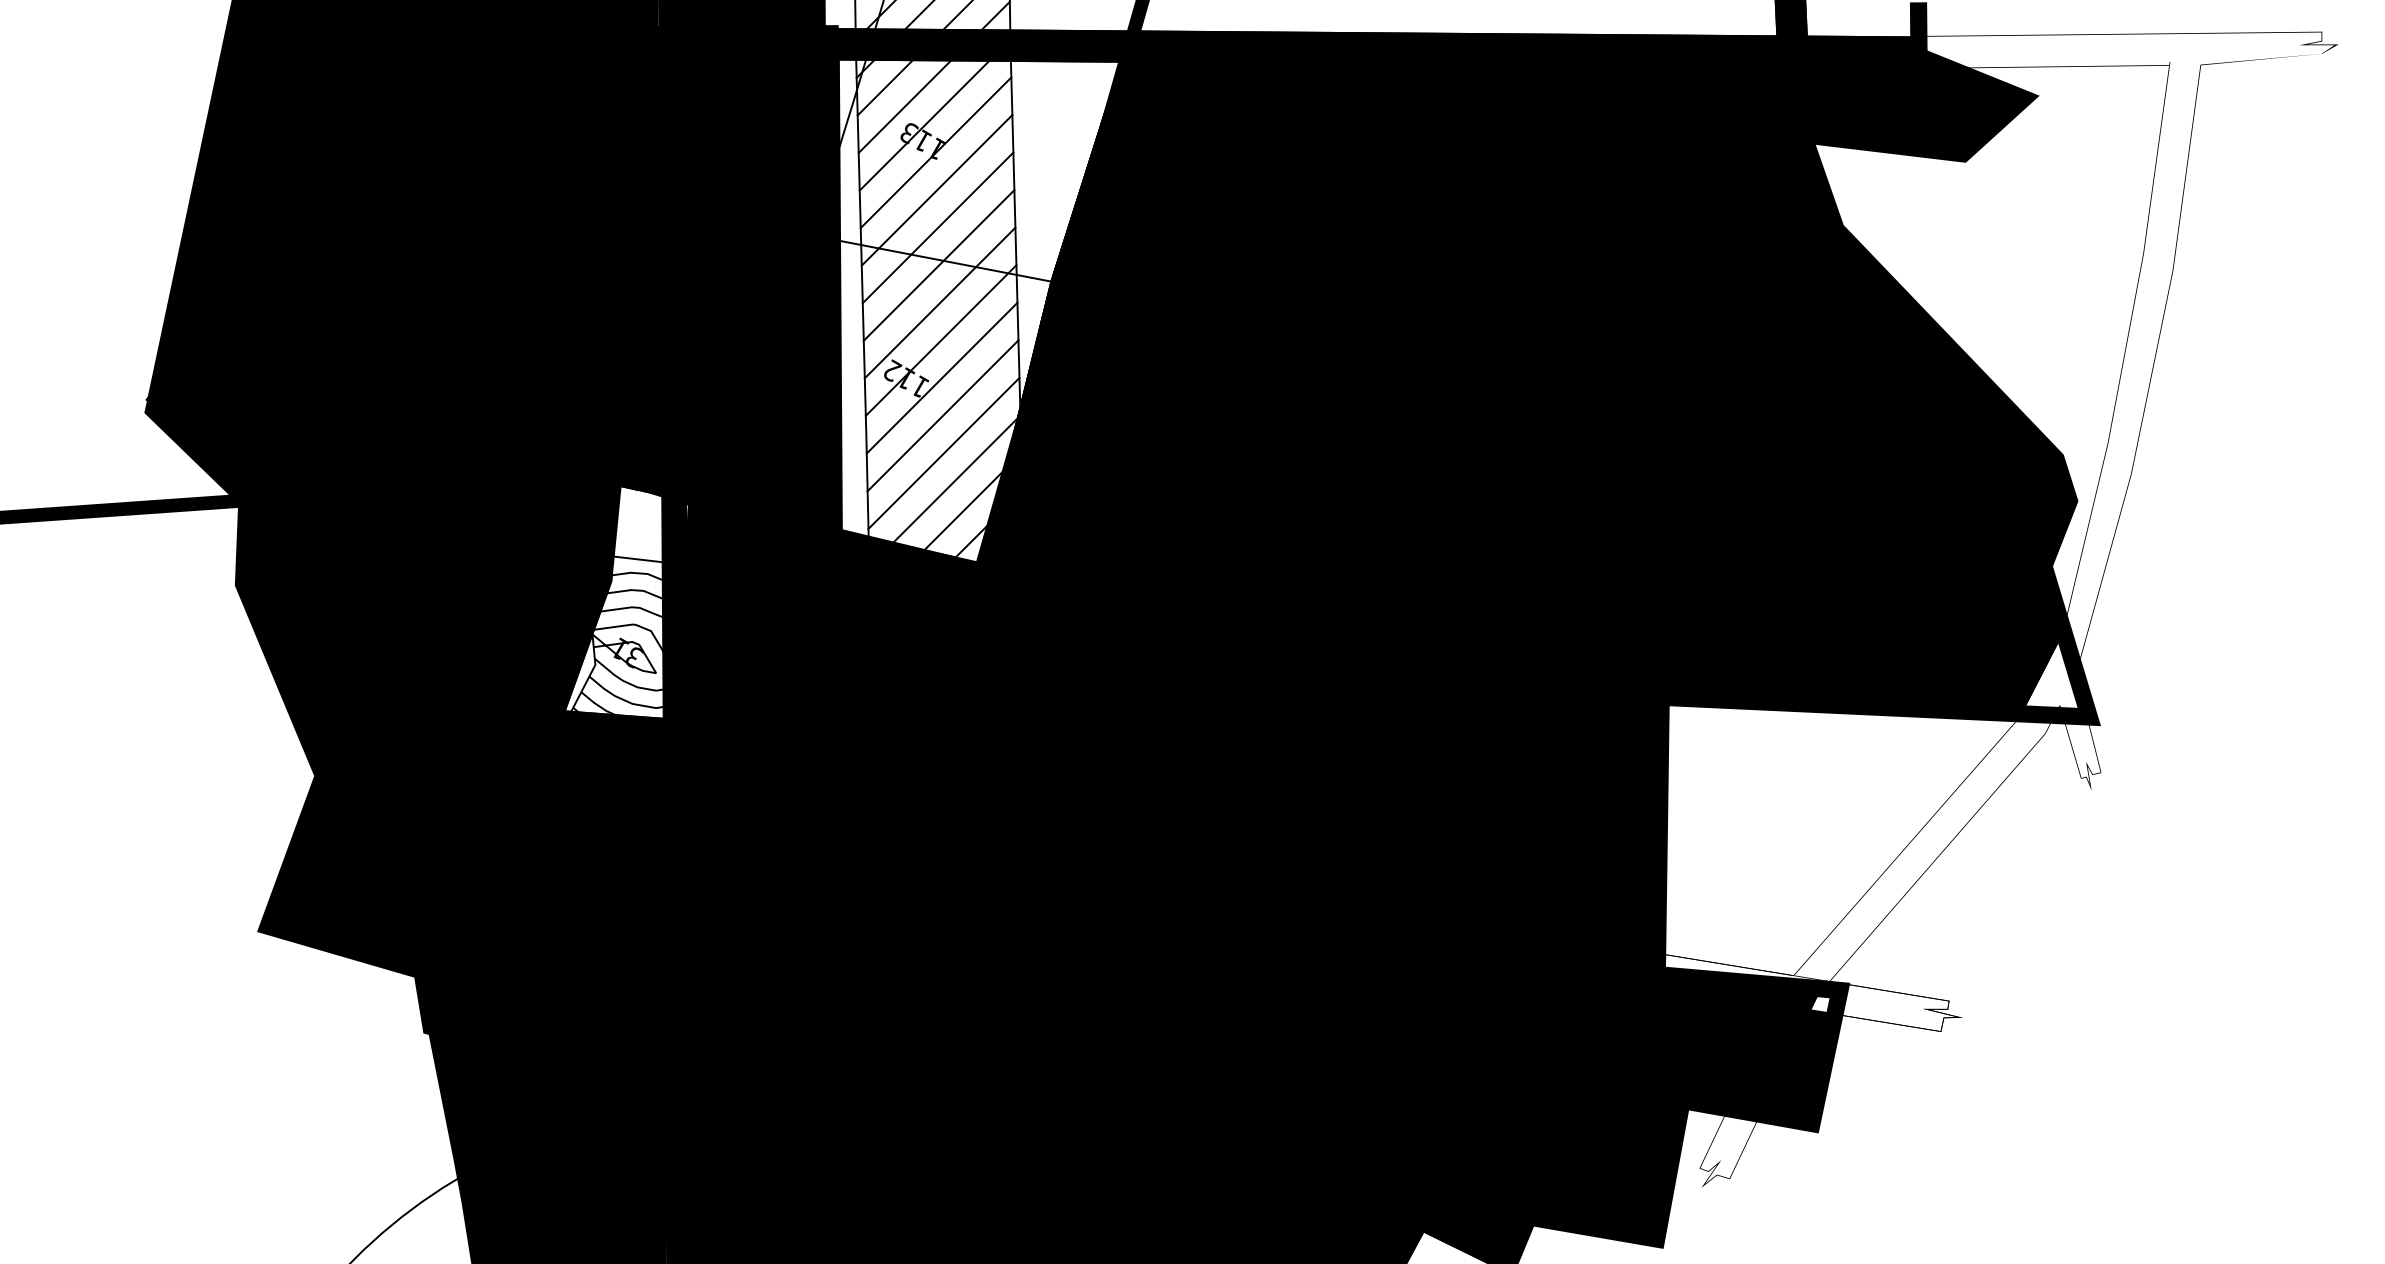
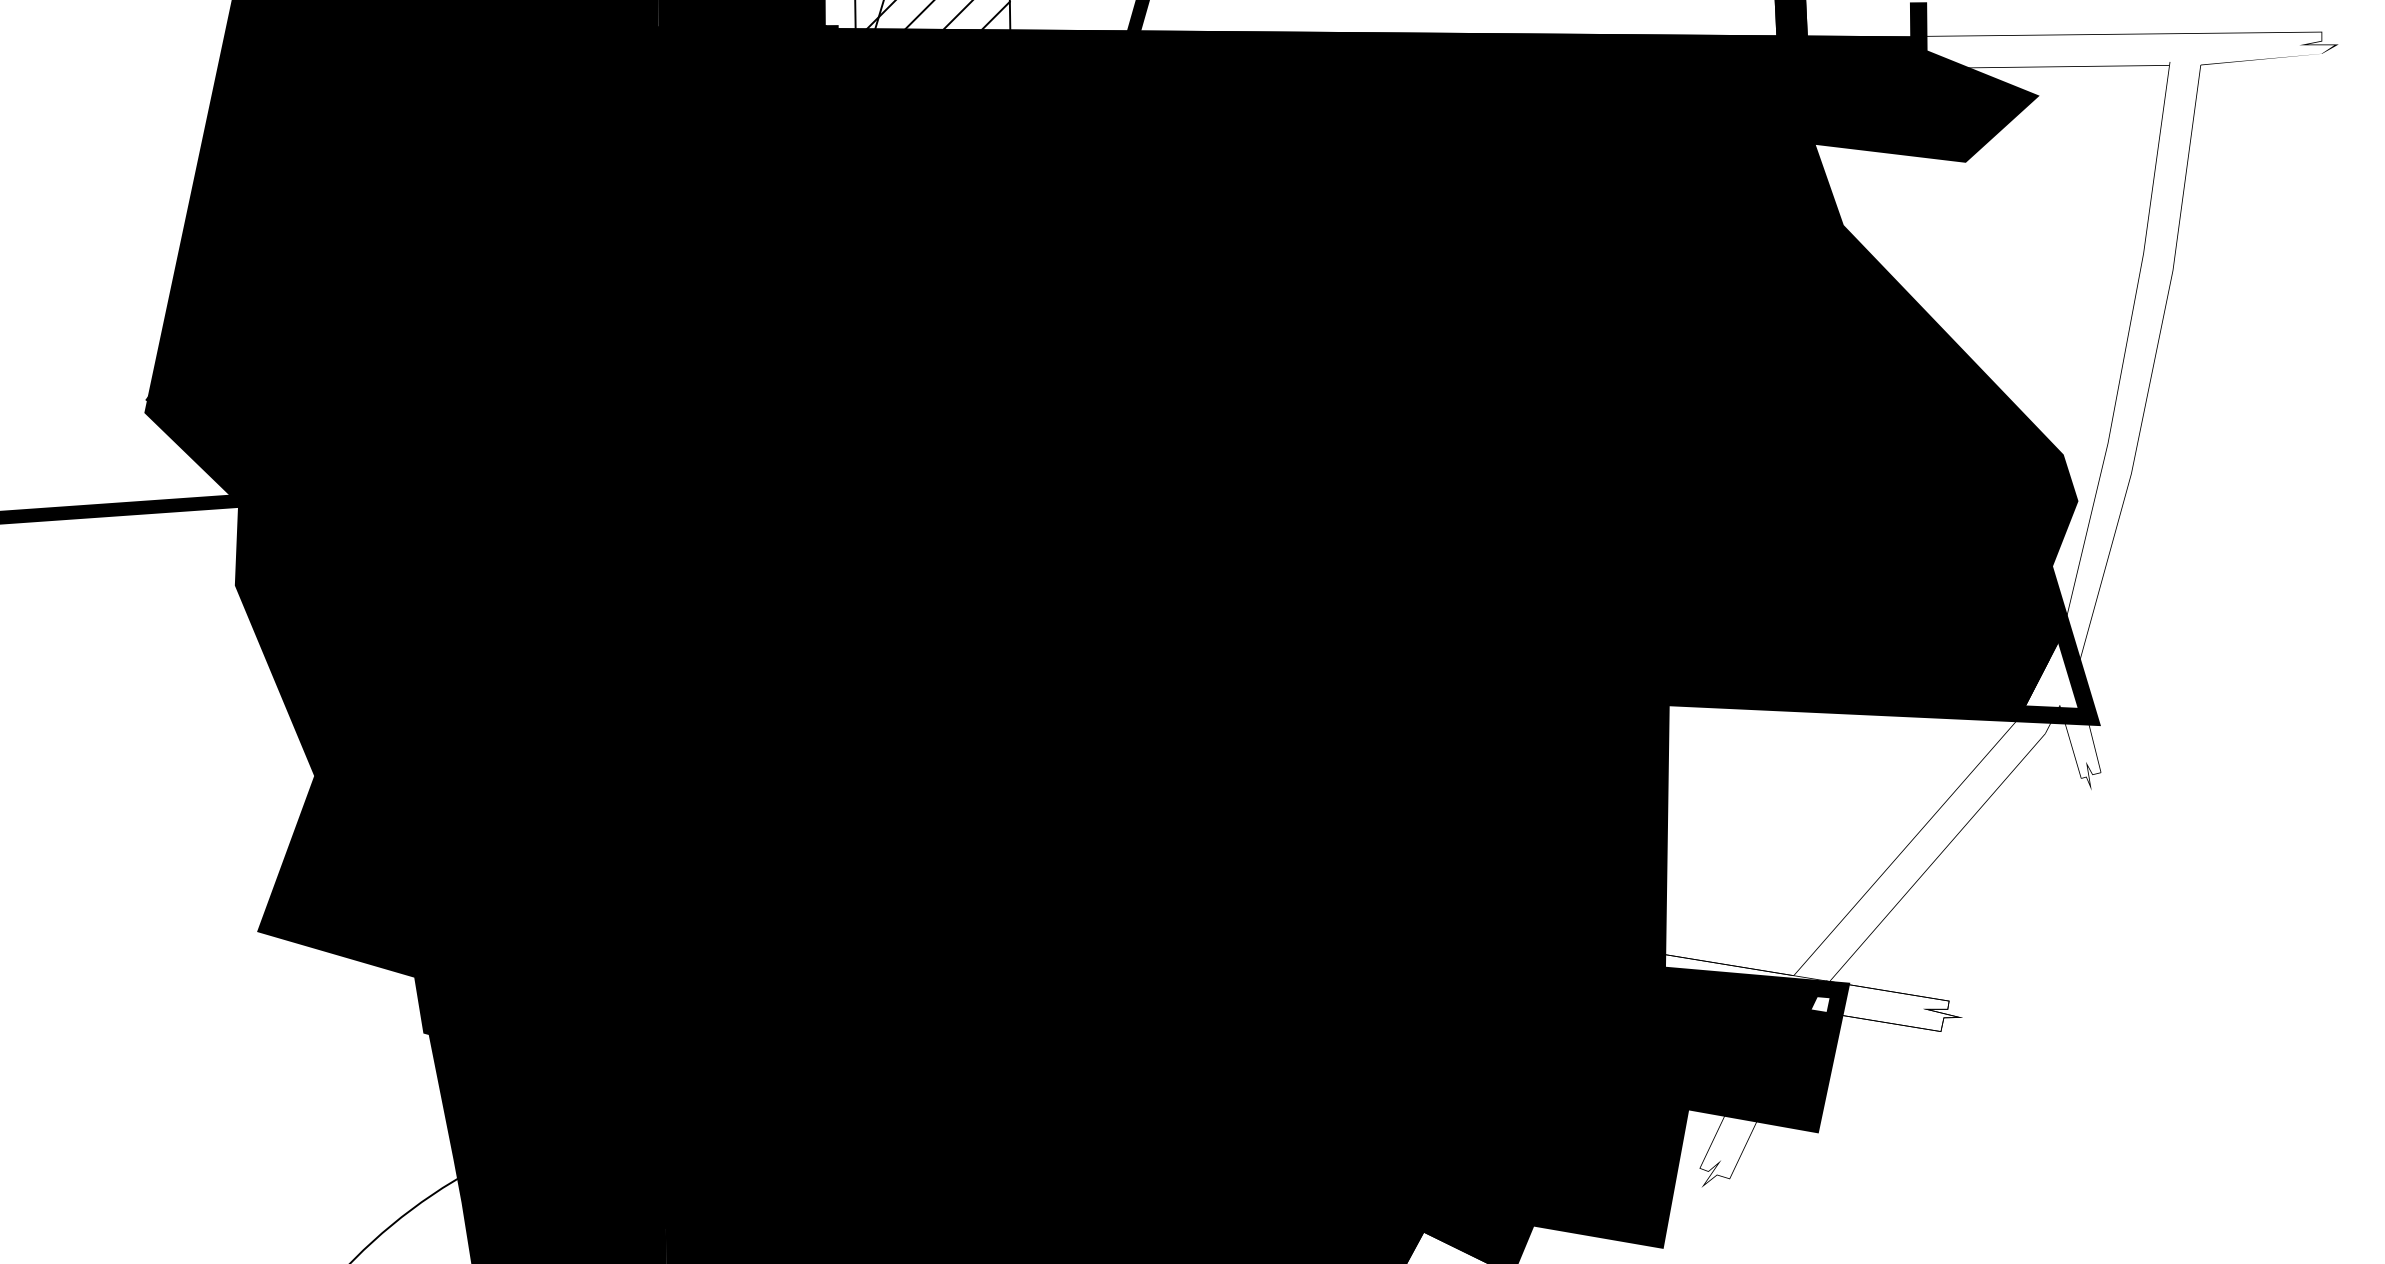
fill at (979, 314): none -> present
fill at (626, 602): none -> present
